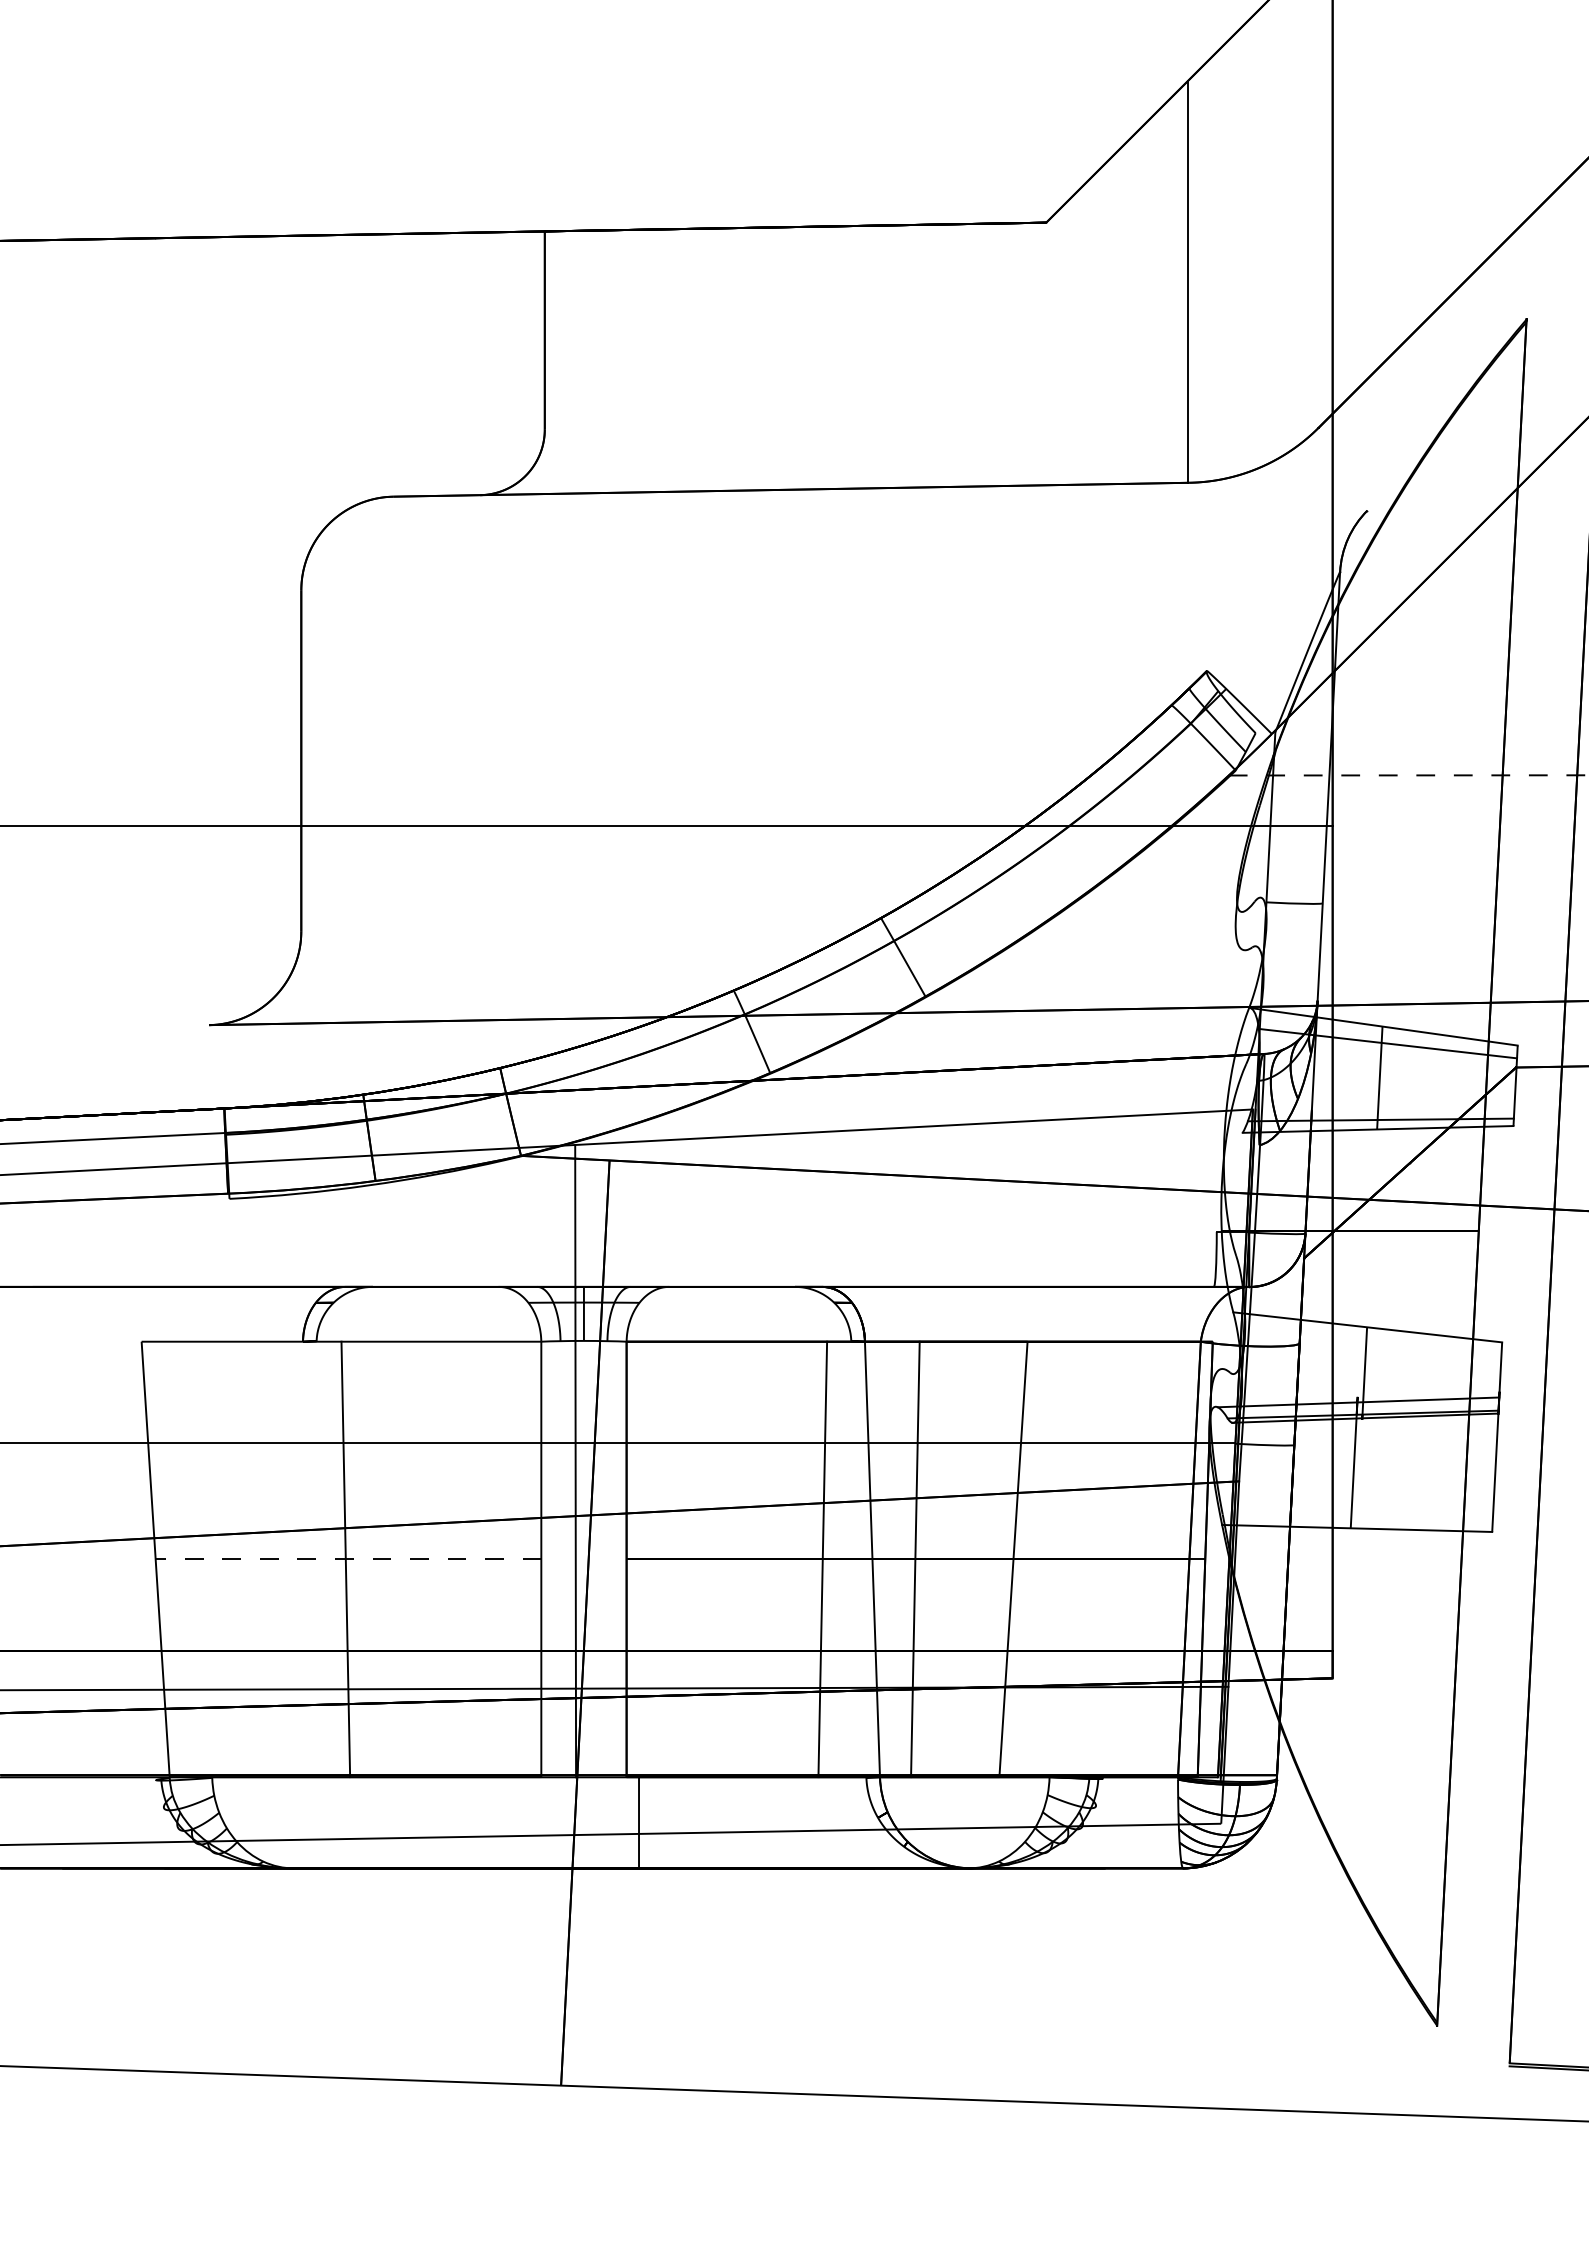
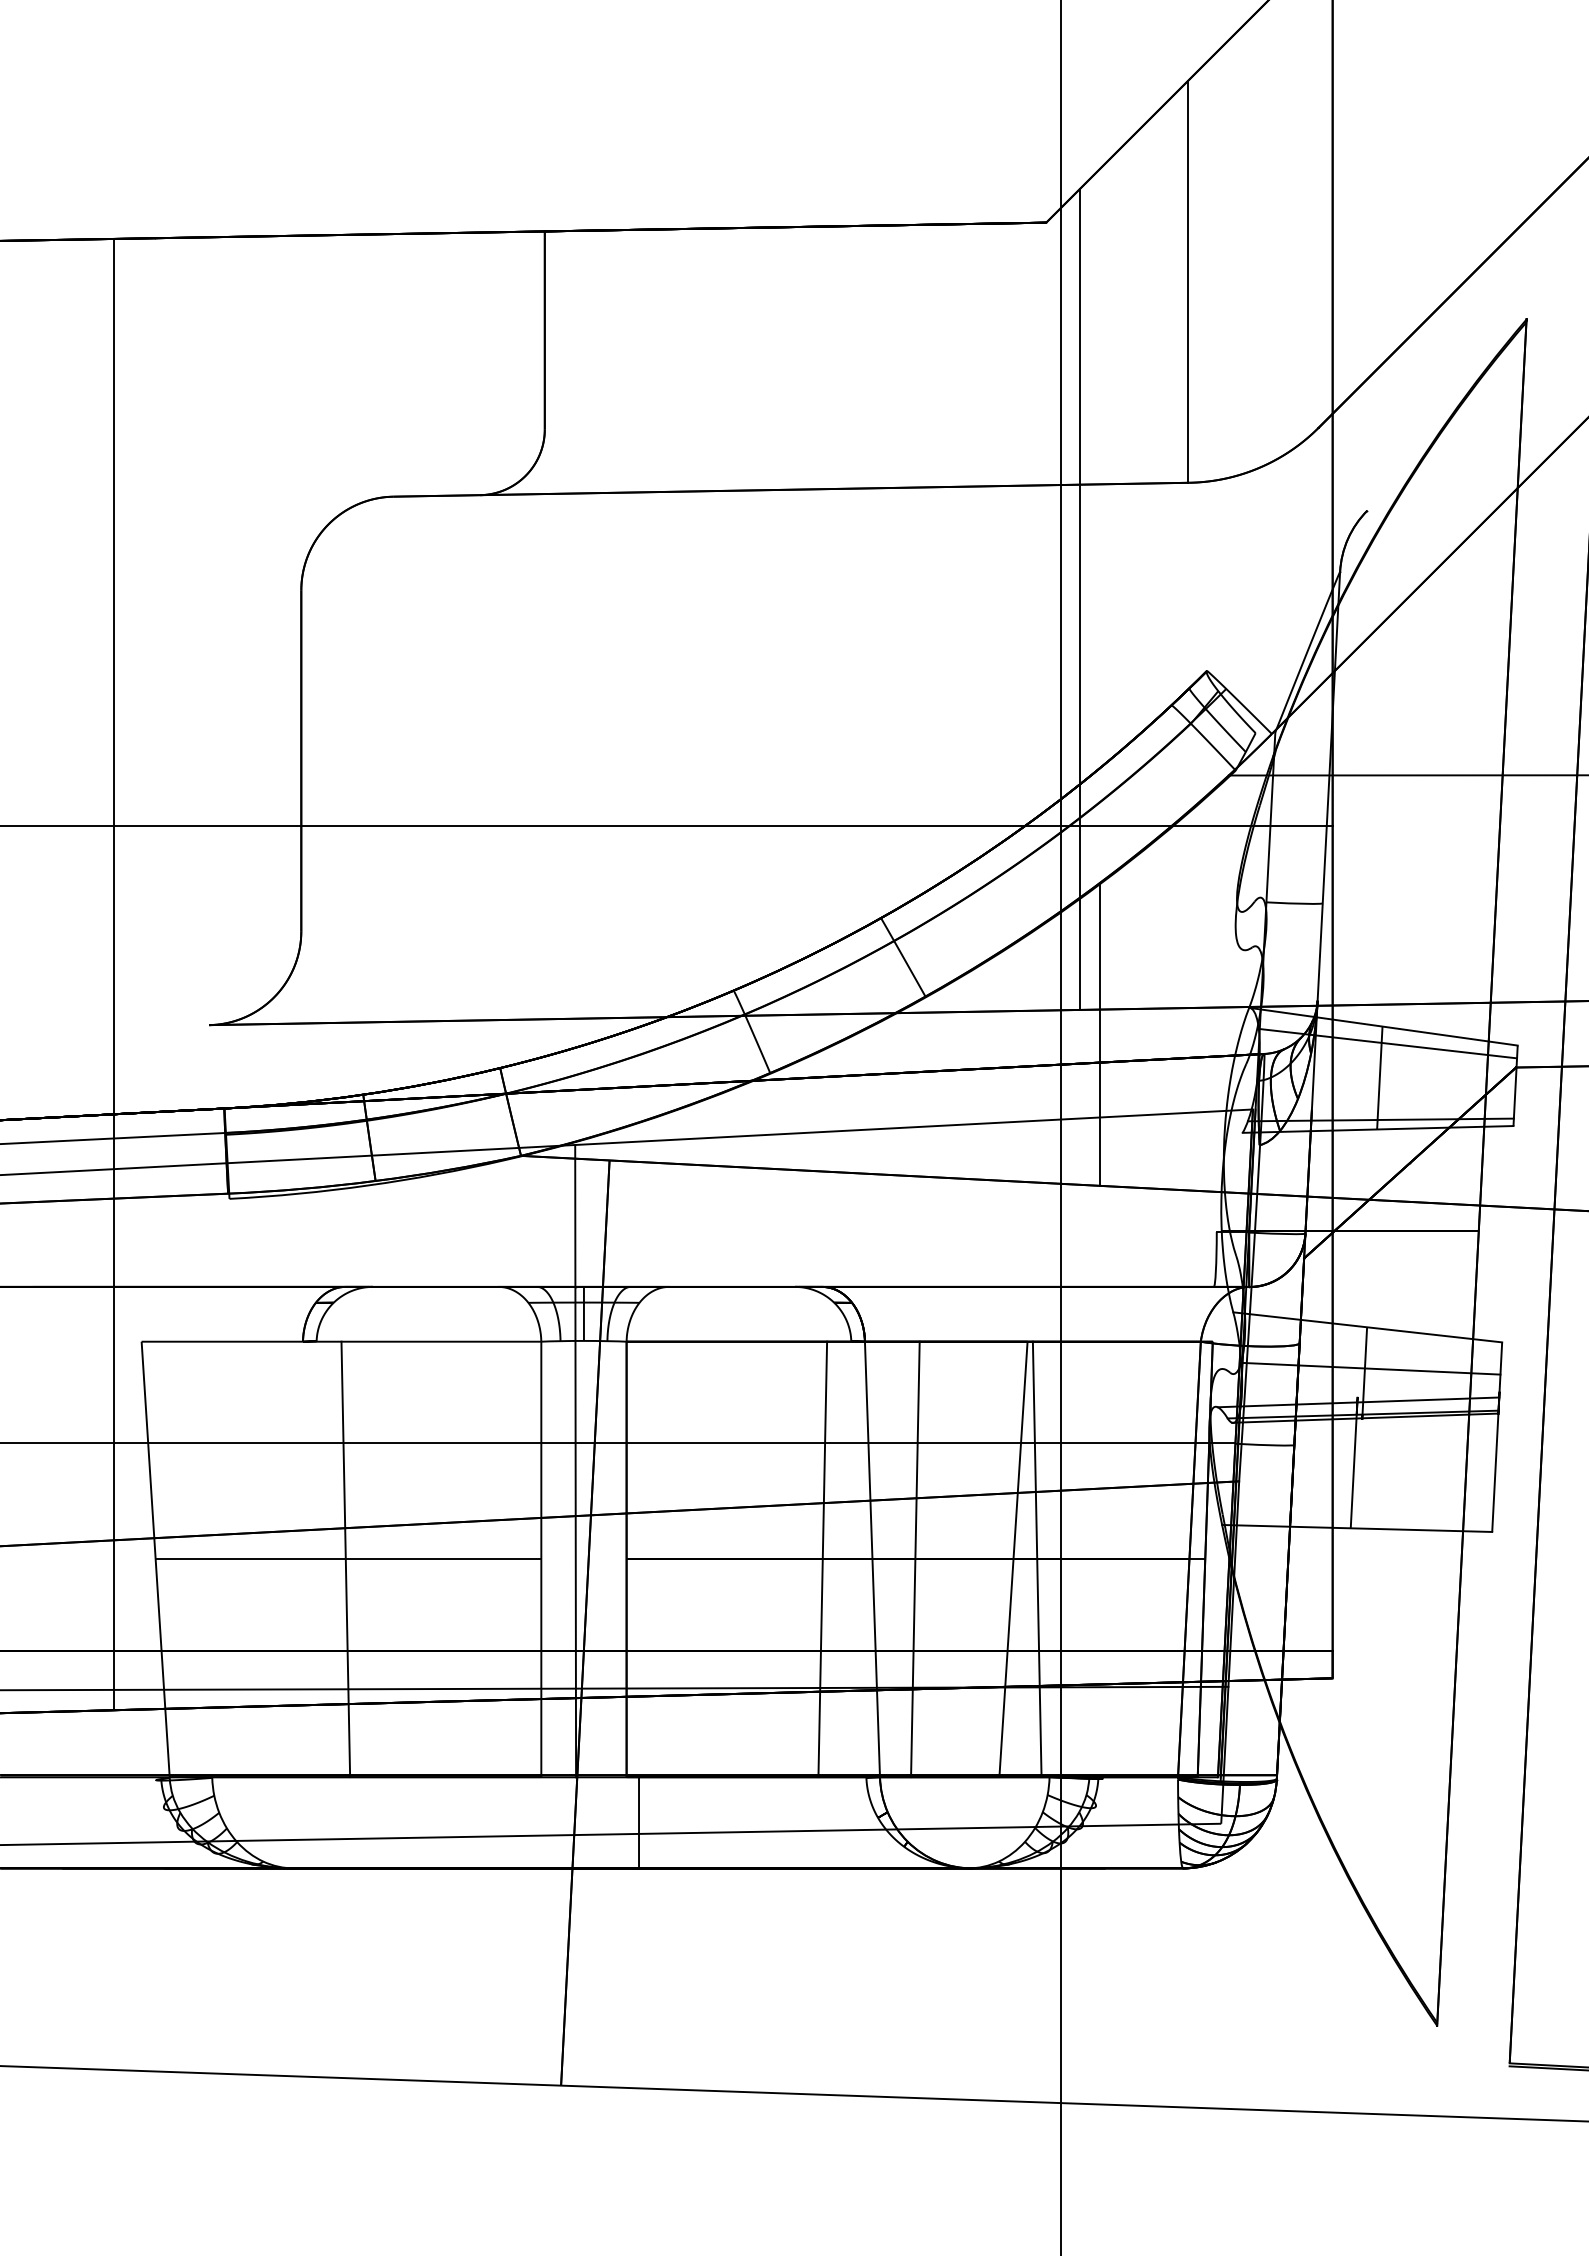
line at (1079, 599): none -> present
line at (1408, 775): dashed -> solid
line at (113, 974): none -> present
line at (1100, 1033): none -> present
line at (1060, 1127): none -> present
line at (1370, 1368): none -> present
line at (348, 1559): dashed -> solid
line at (1036, 1559): none -> present
